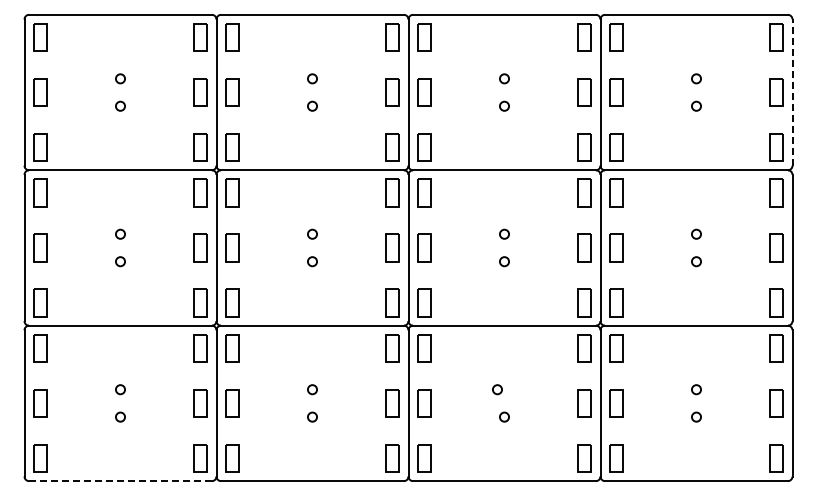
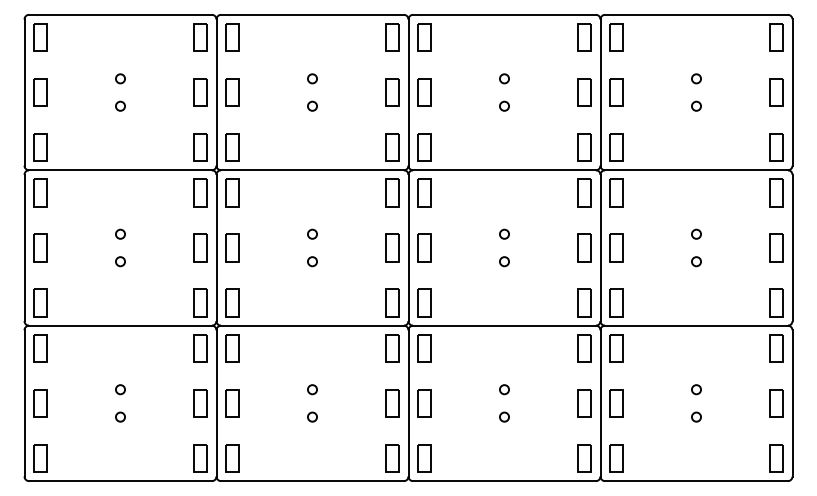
line at (792, 92): dashed -> solid
circle at (497, 389) position: (497, 389) -> (504, 389)
line at (121, 481): dashed -> solid
